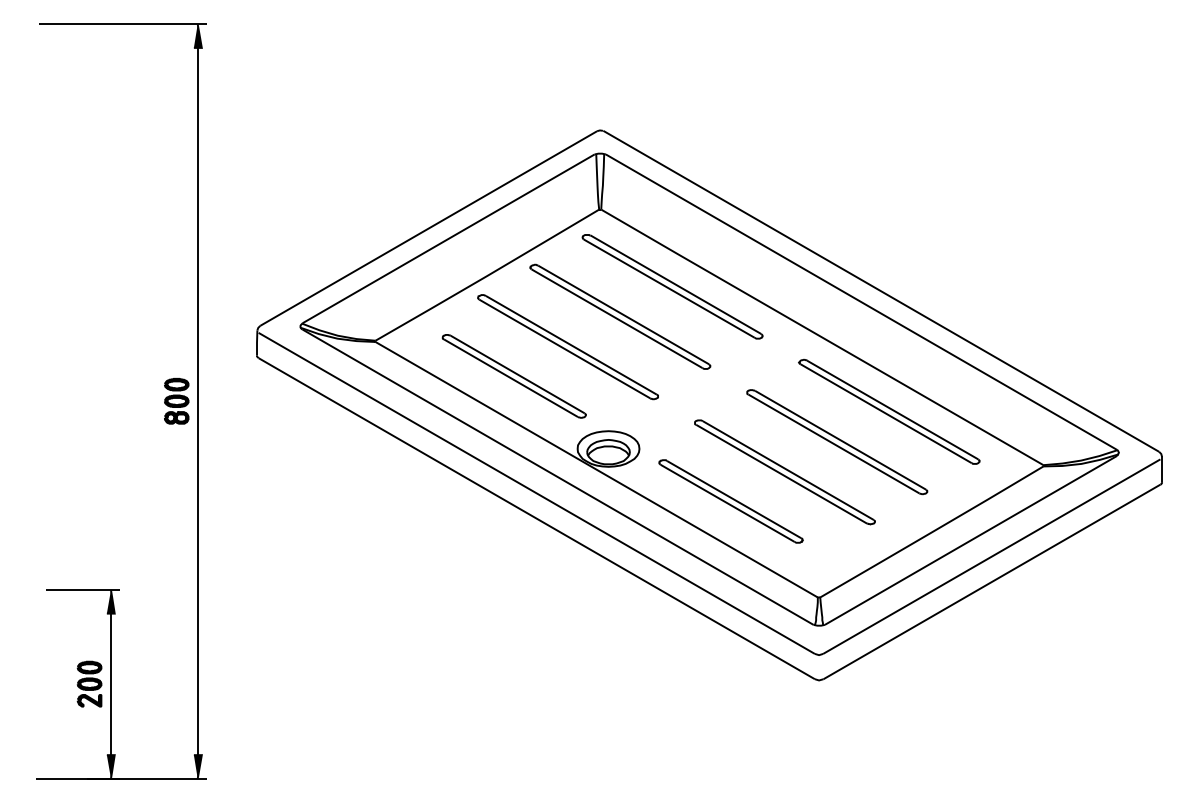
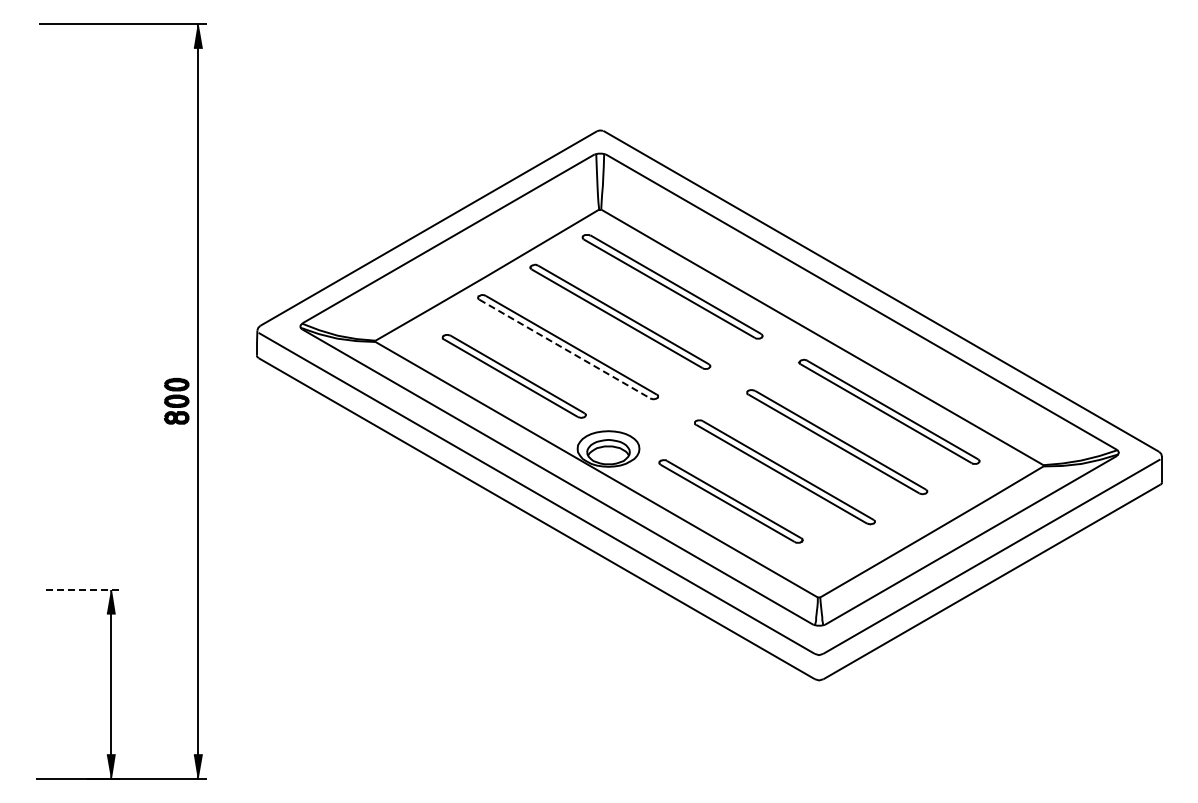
line at (564, 349): solid -> dashed
line at (83, 590): solid -> dashed
part at (89, 683): present -> none
